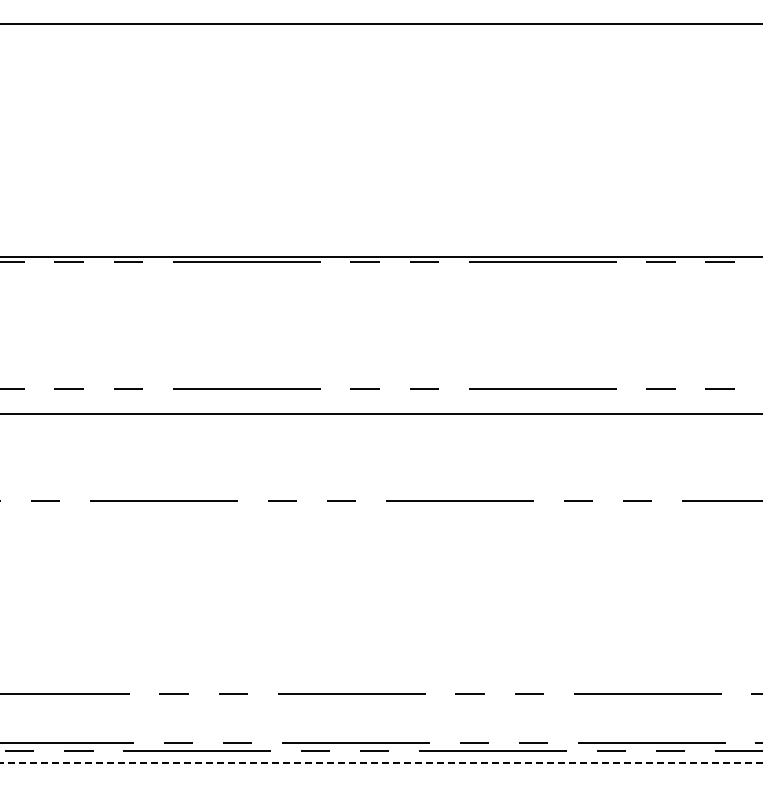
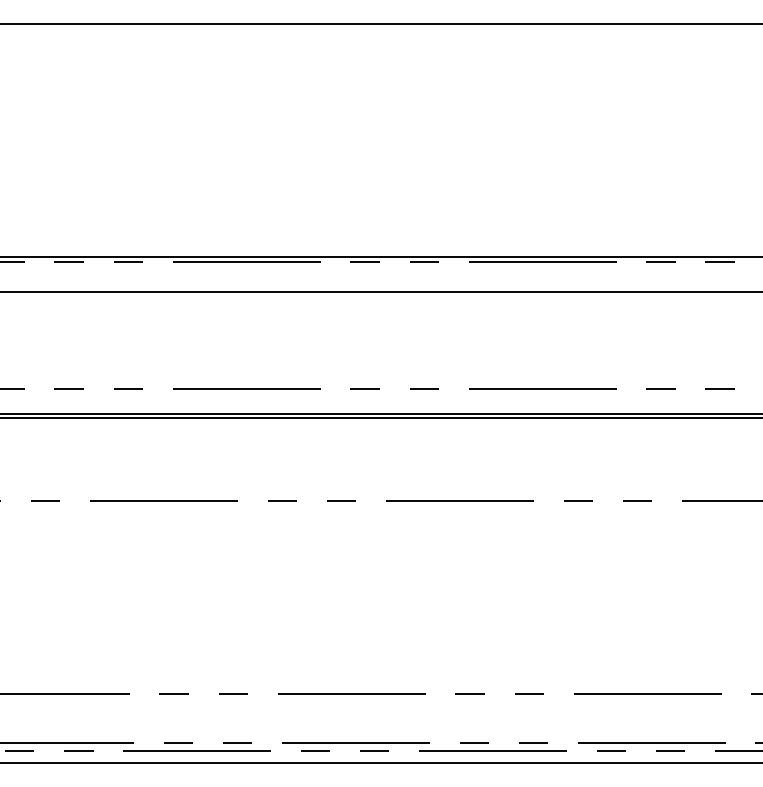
line at (380, 291): none -> present
line at (380, 418): none -> present
line at (381, 763): dashed -> solid
